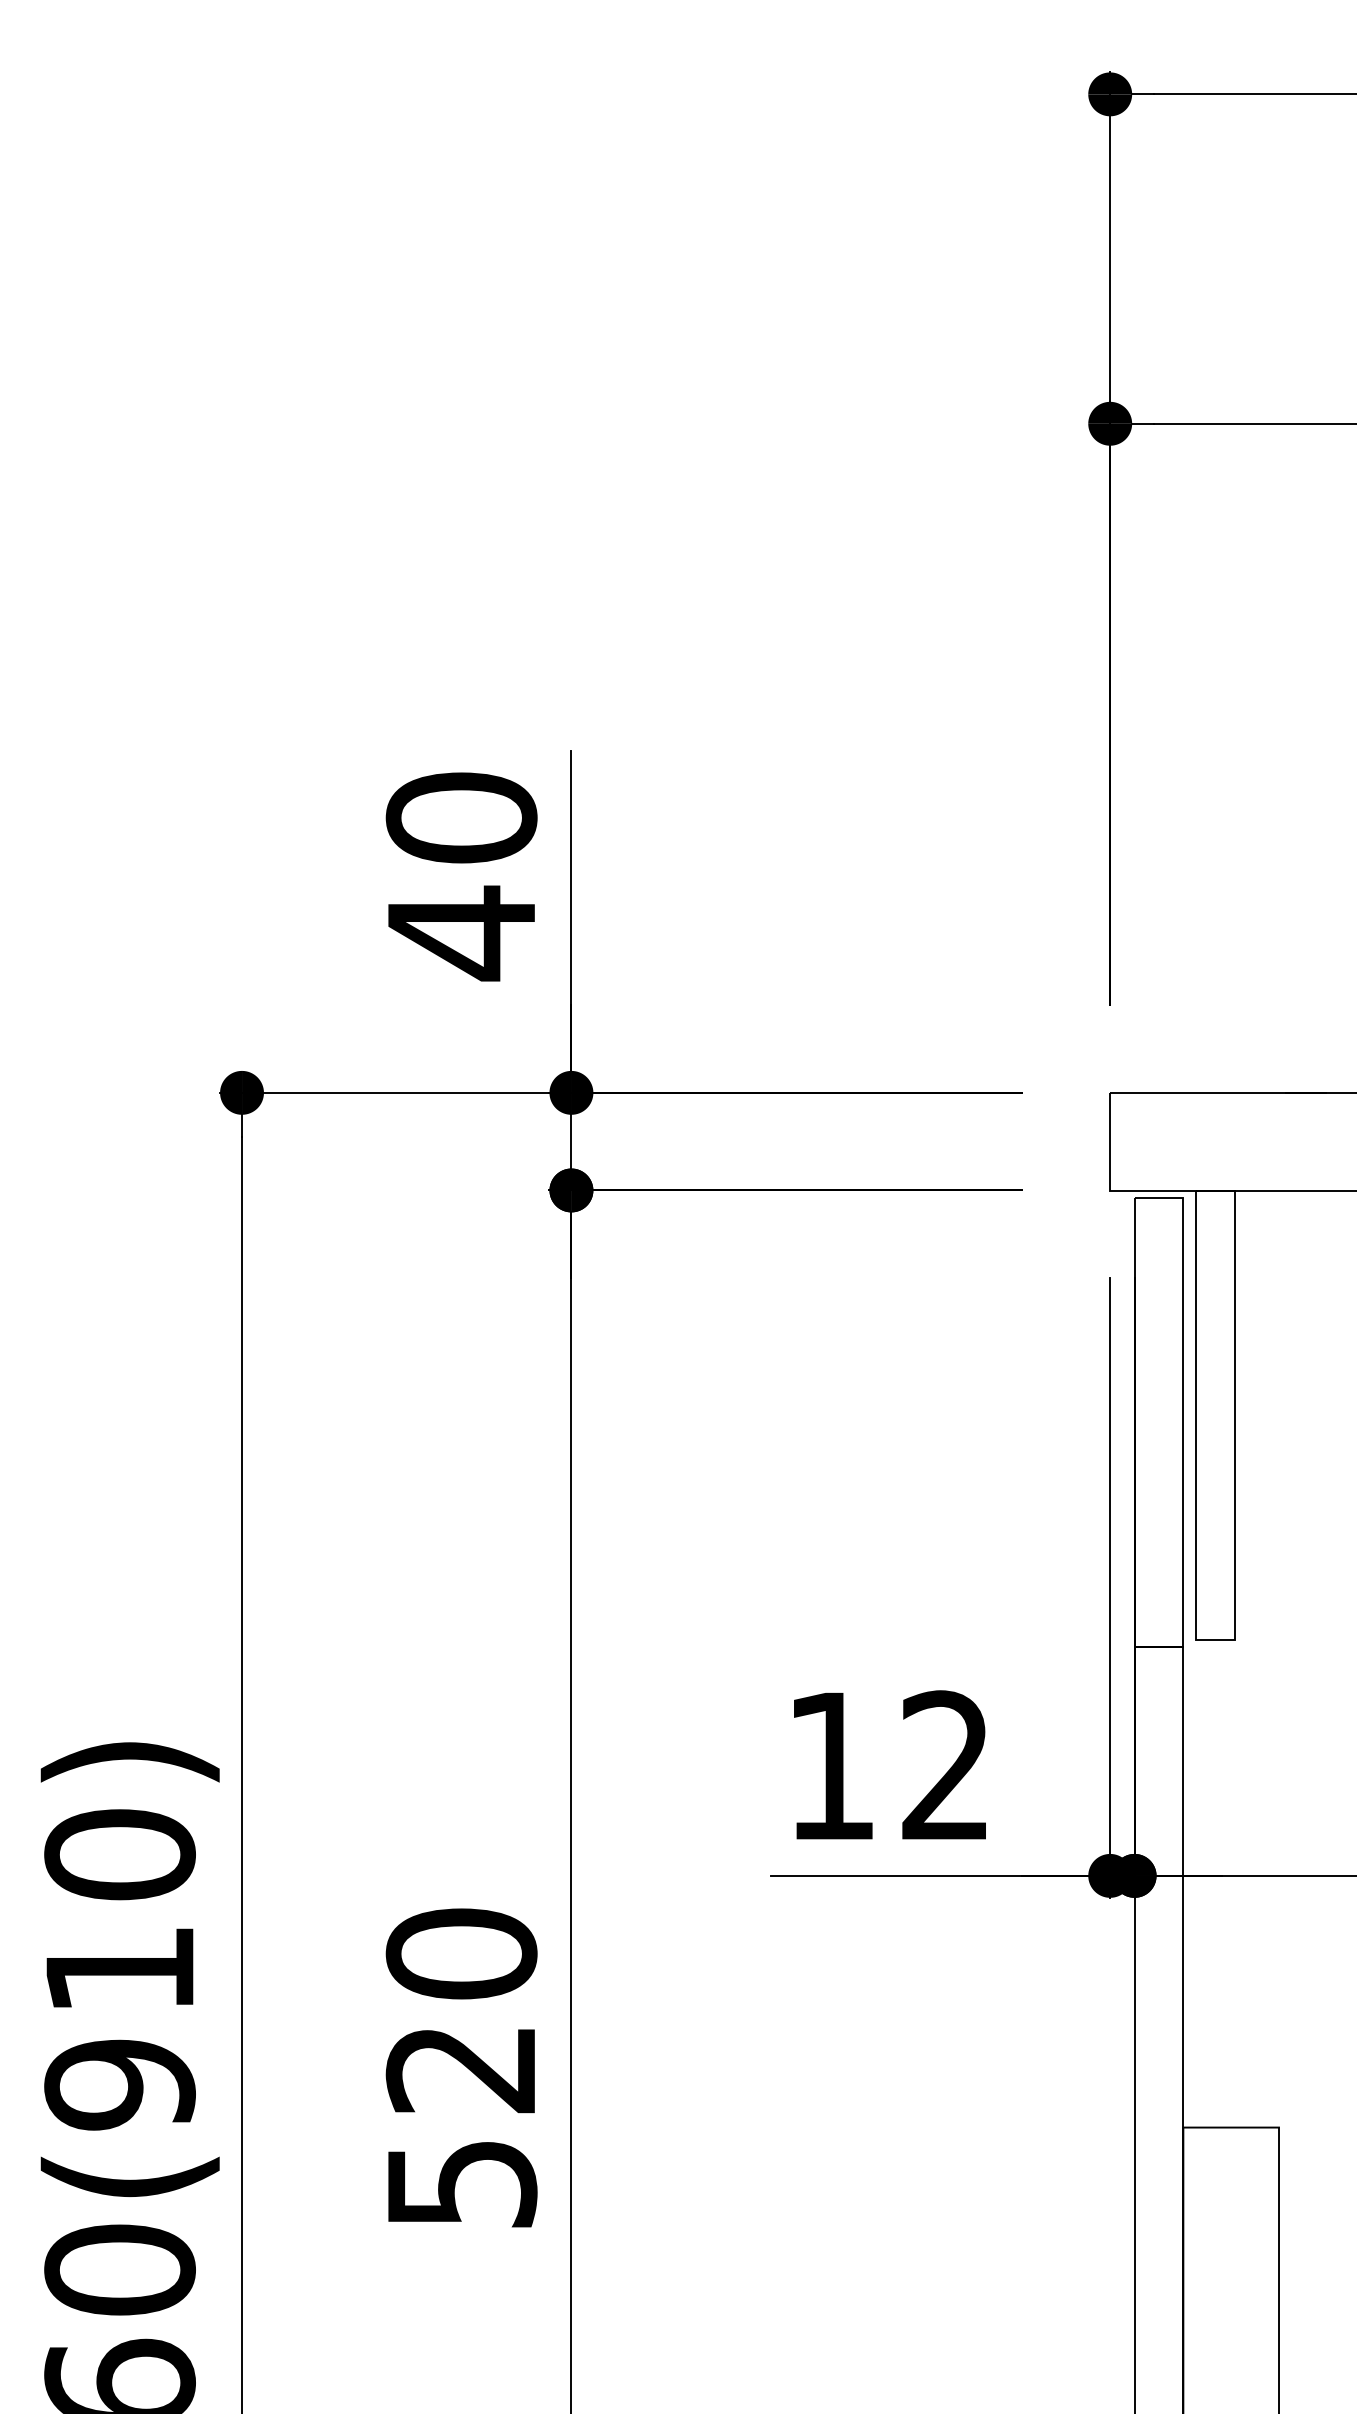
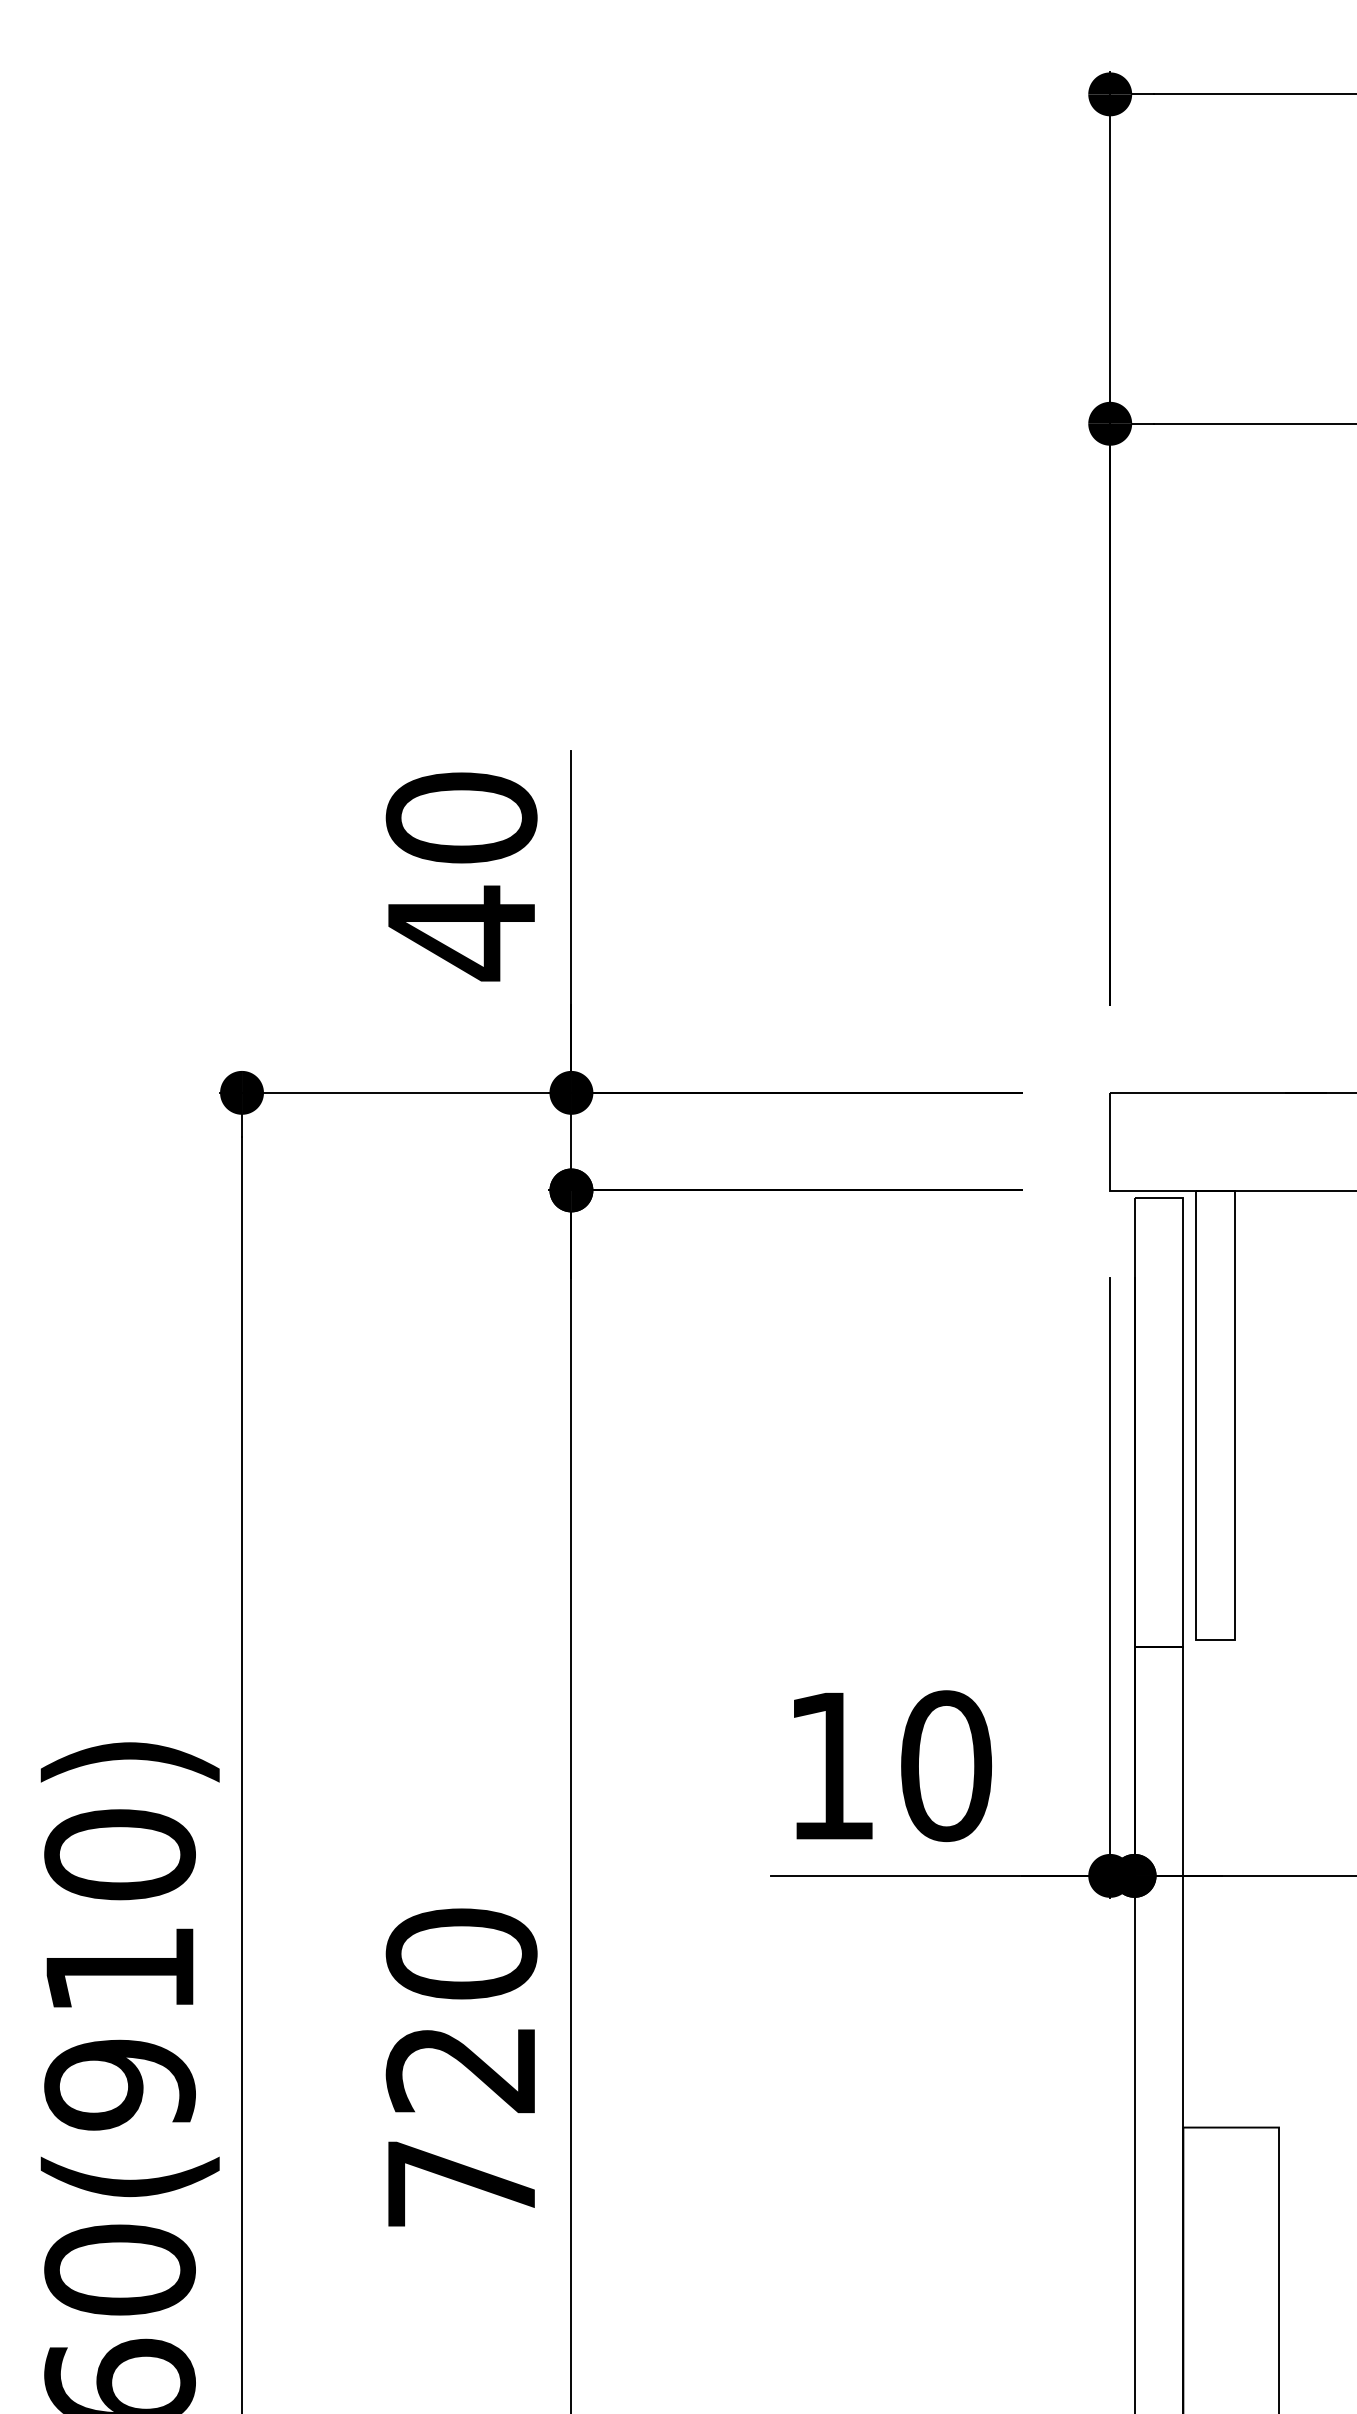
text at (946, 1766): 12 -> 10
text at (462, 2184): 520 -> 720
